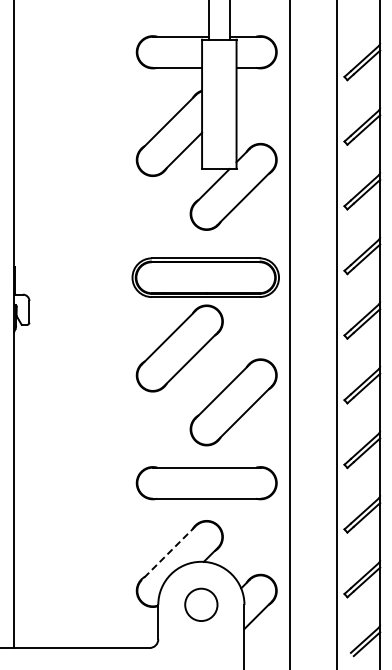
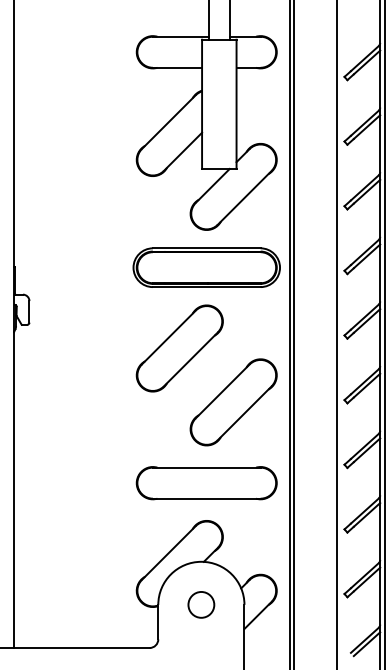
part at (205, 277) position: (205, 277) -> (206, 267)
line at (294, 334): none -> present
line at (384, 334): none -> present
line at (168, 553): dashed -> solid
circle at (201, 604) size: 35x35 px -> 29x28 px
